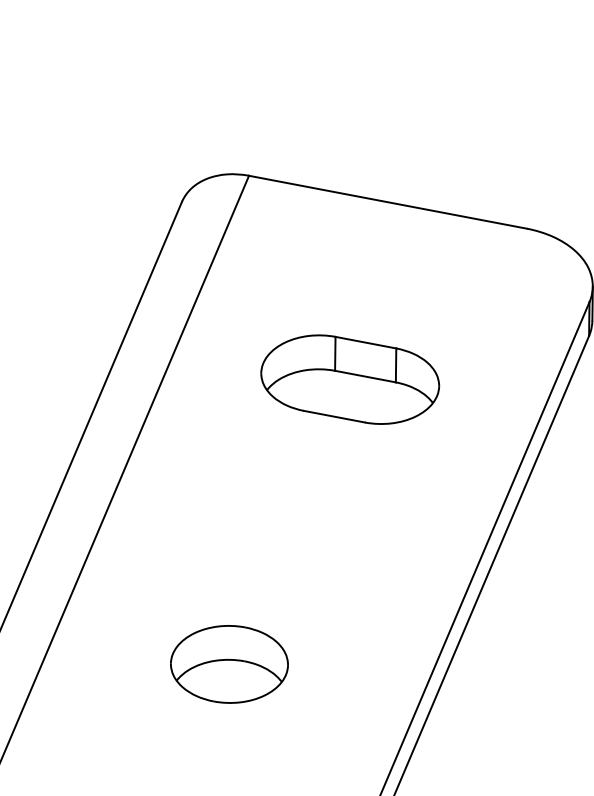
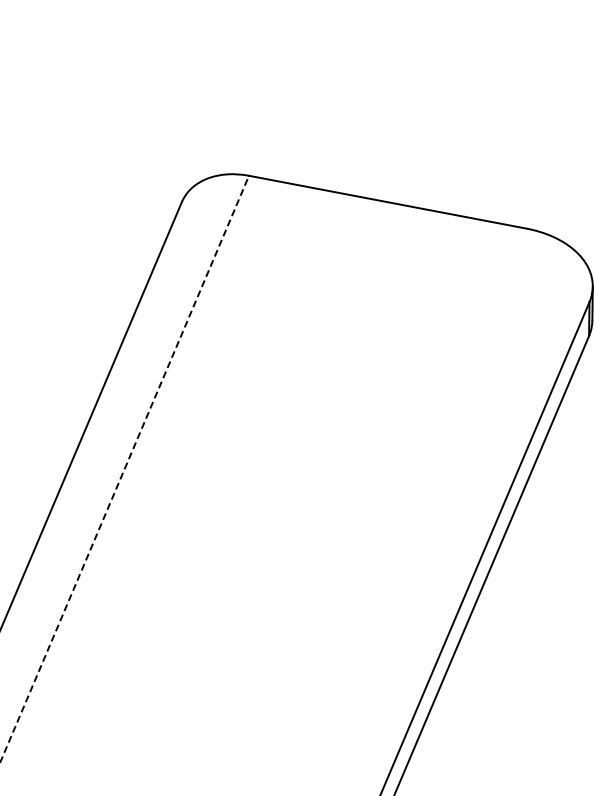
part at (350, 379): present -> none
line at (124, 469): solid -> dashed
part at (229, 664): present -> none
